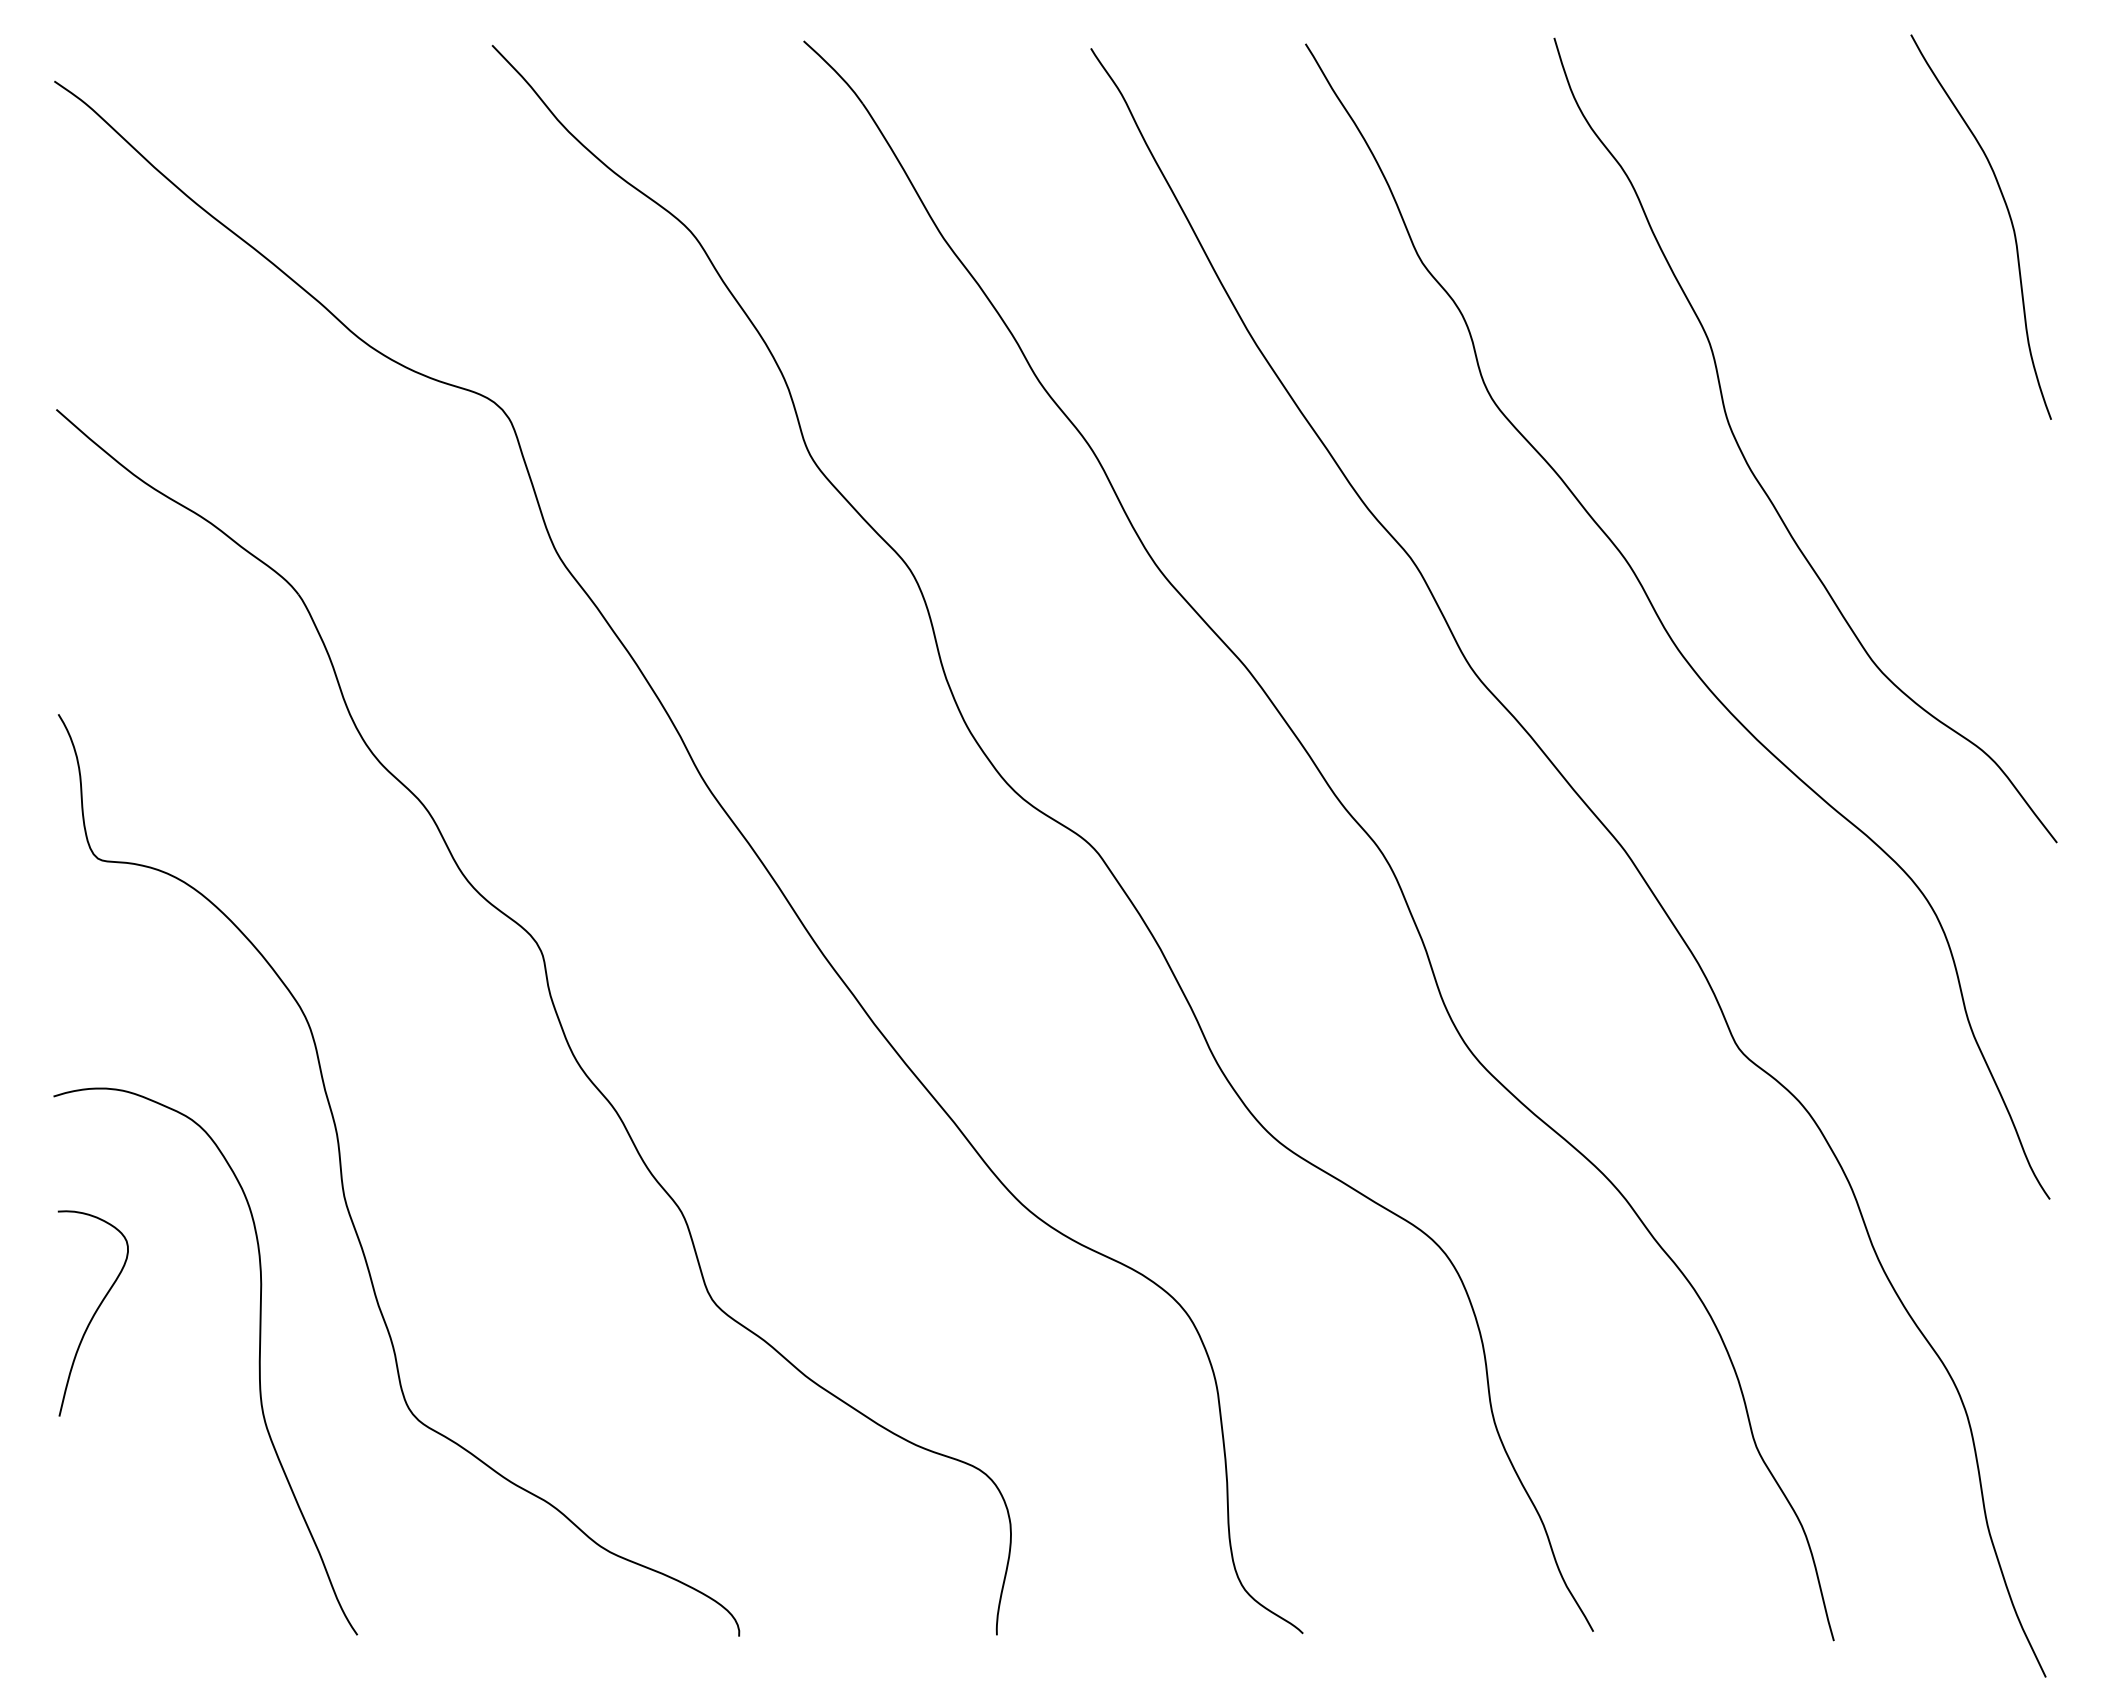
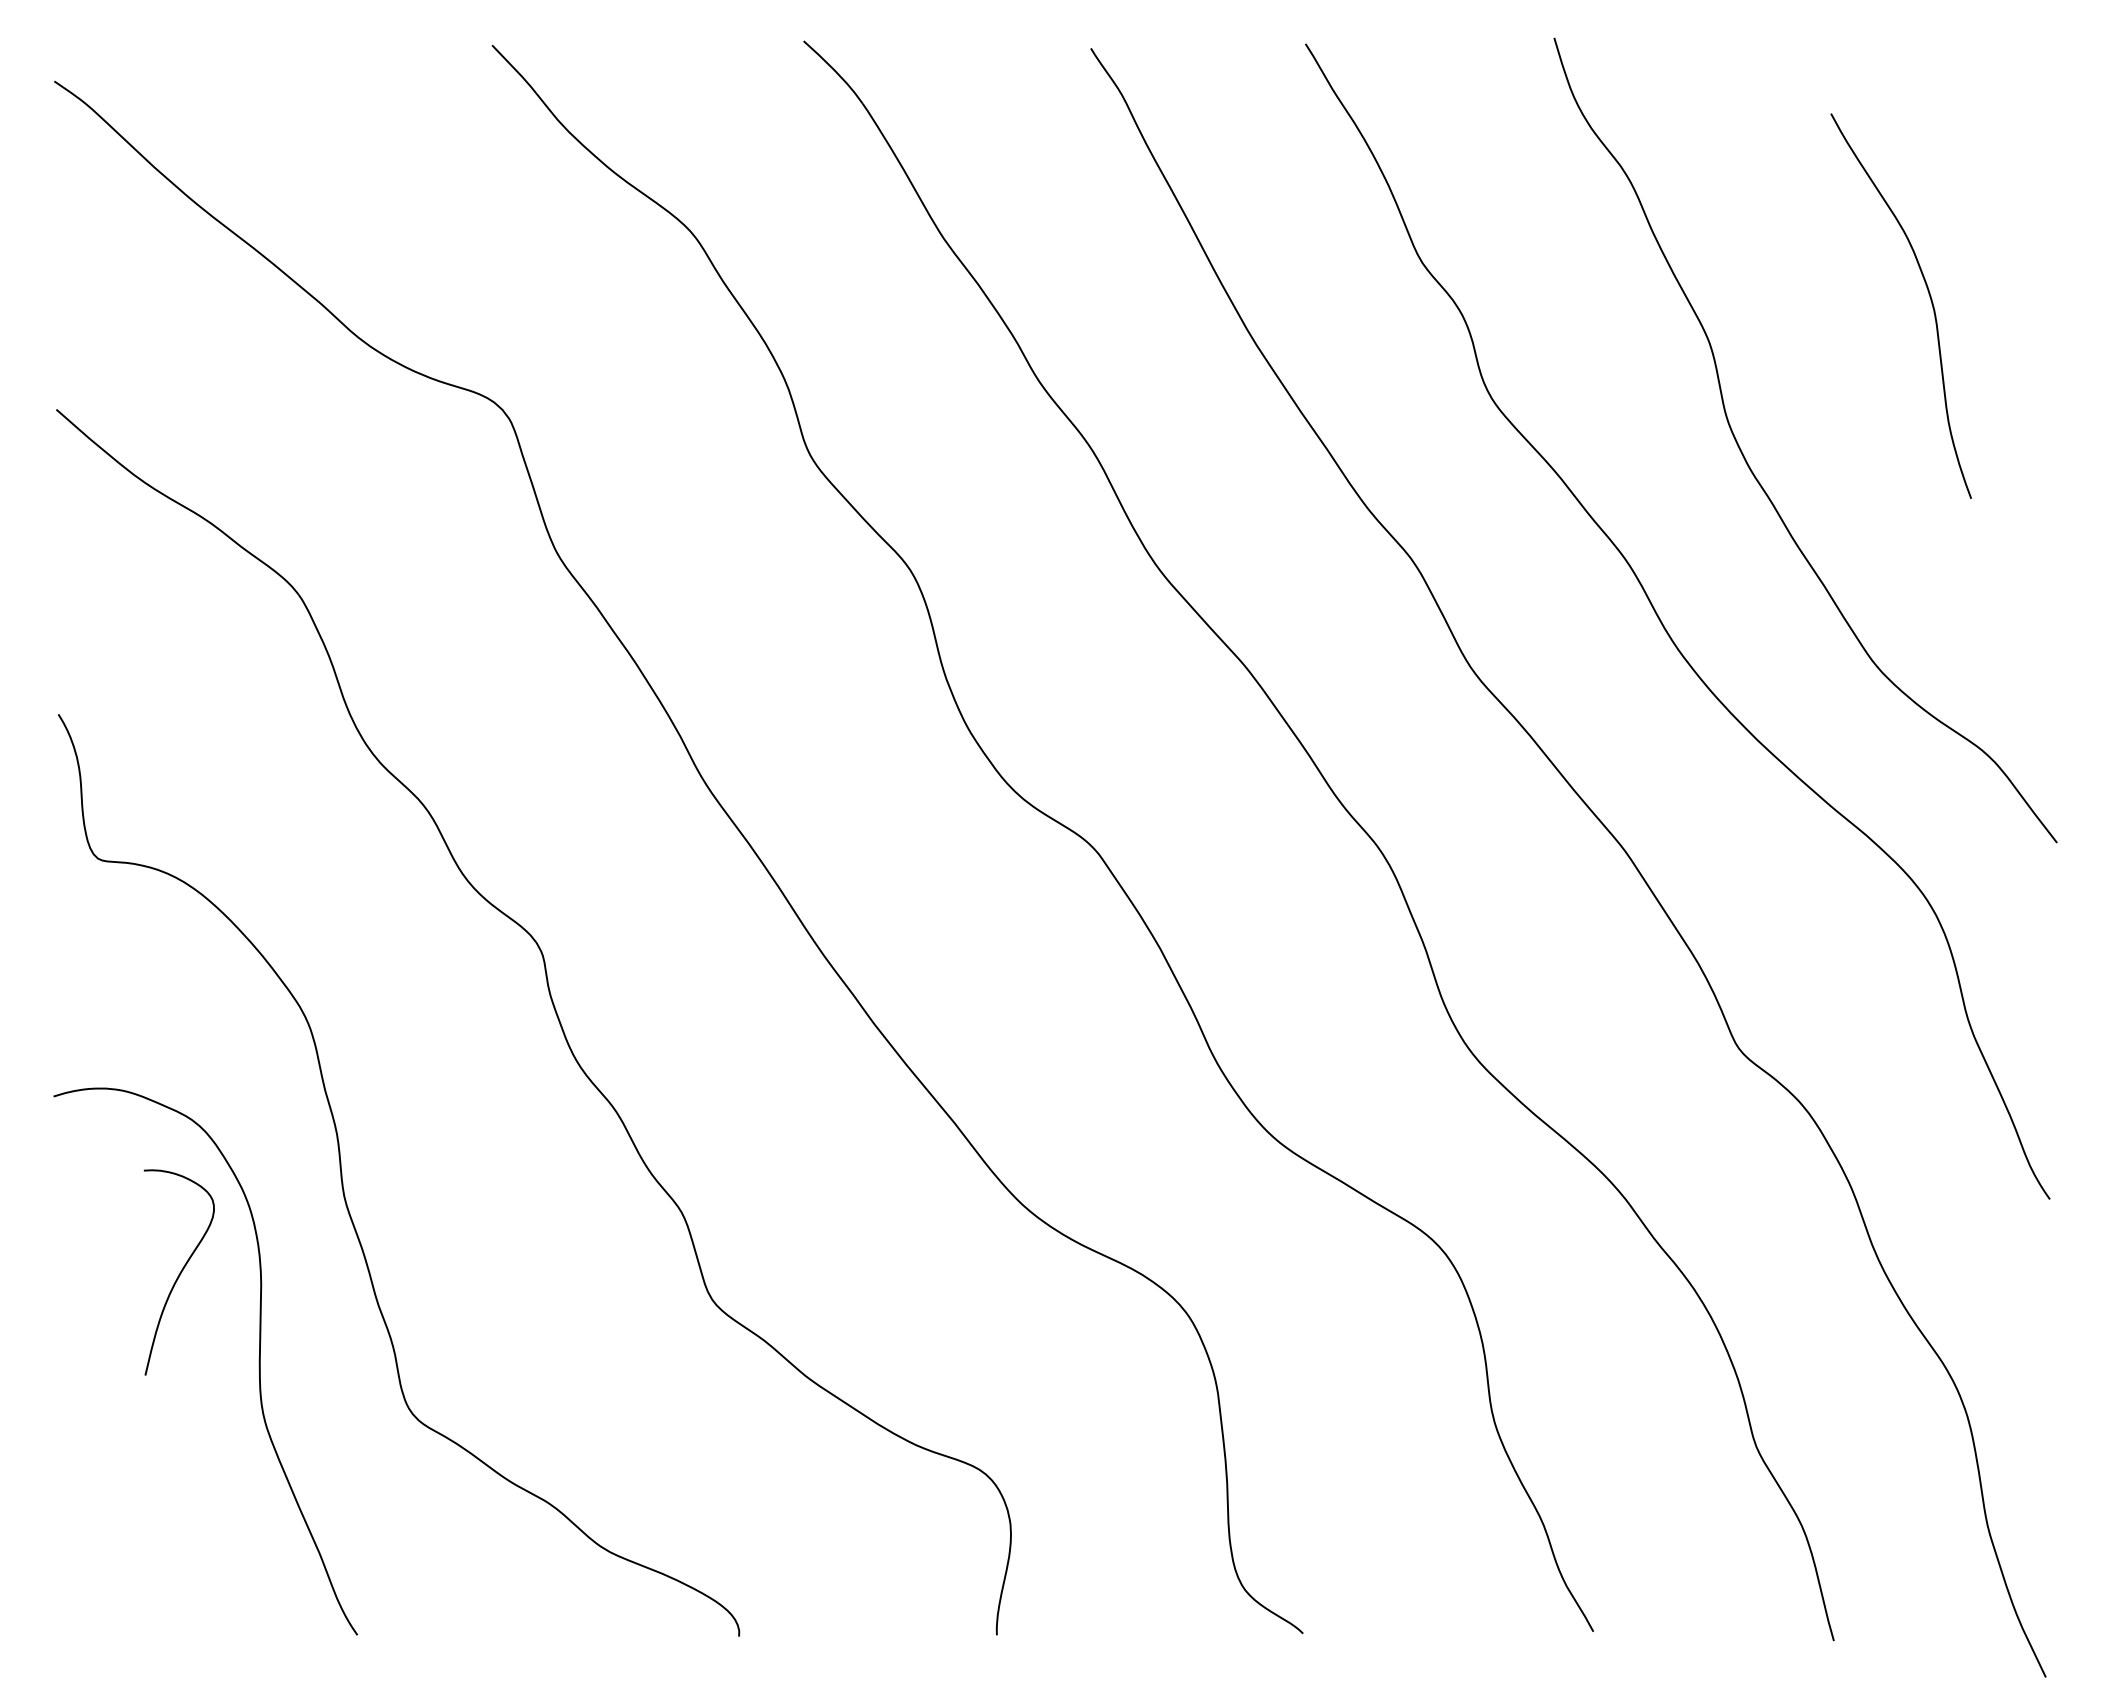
curve at (2008, 215) position: (2008, 215) -> (1928, 294)
curve at (93, 1313) position: (93, 1313) -> (179, 1272)
